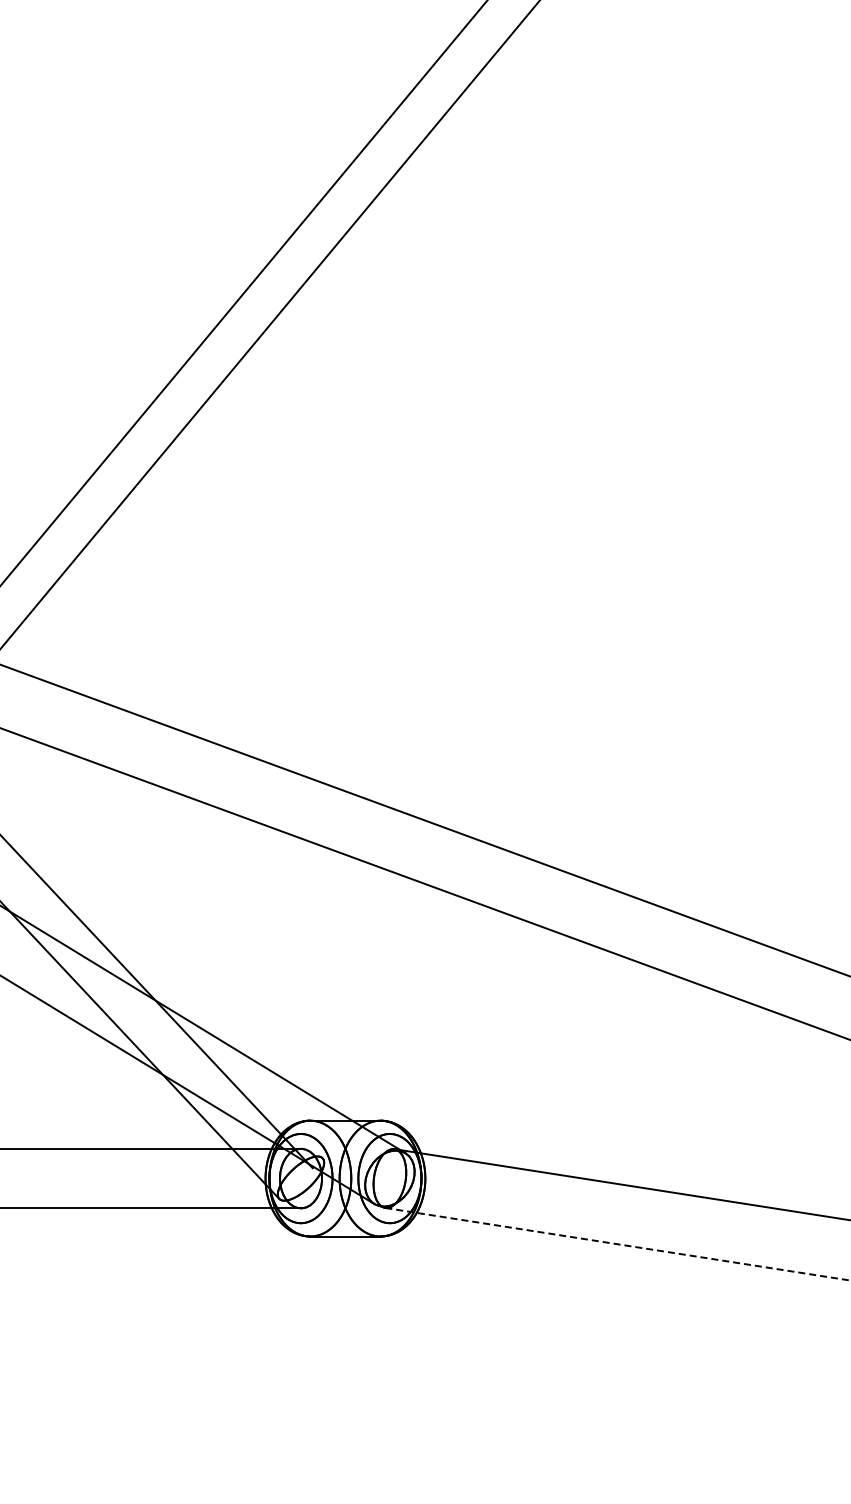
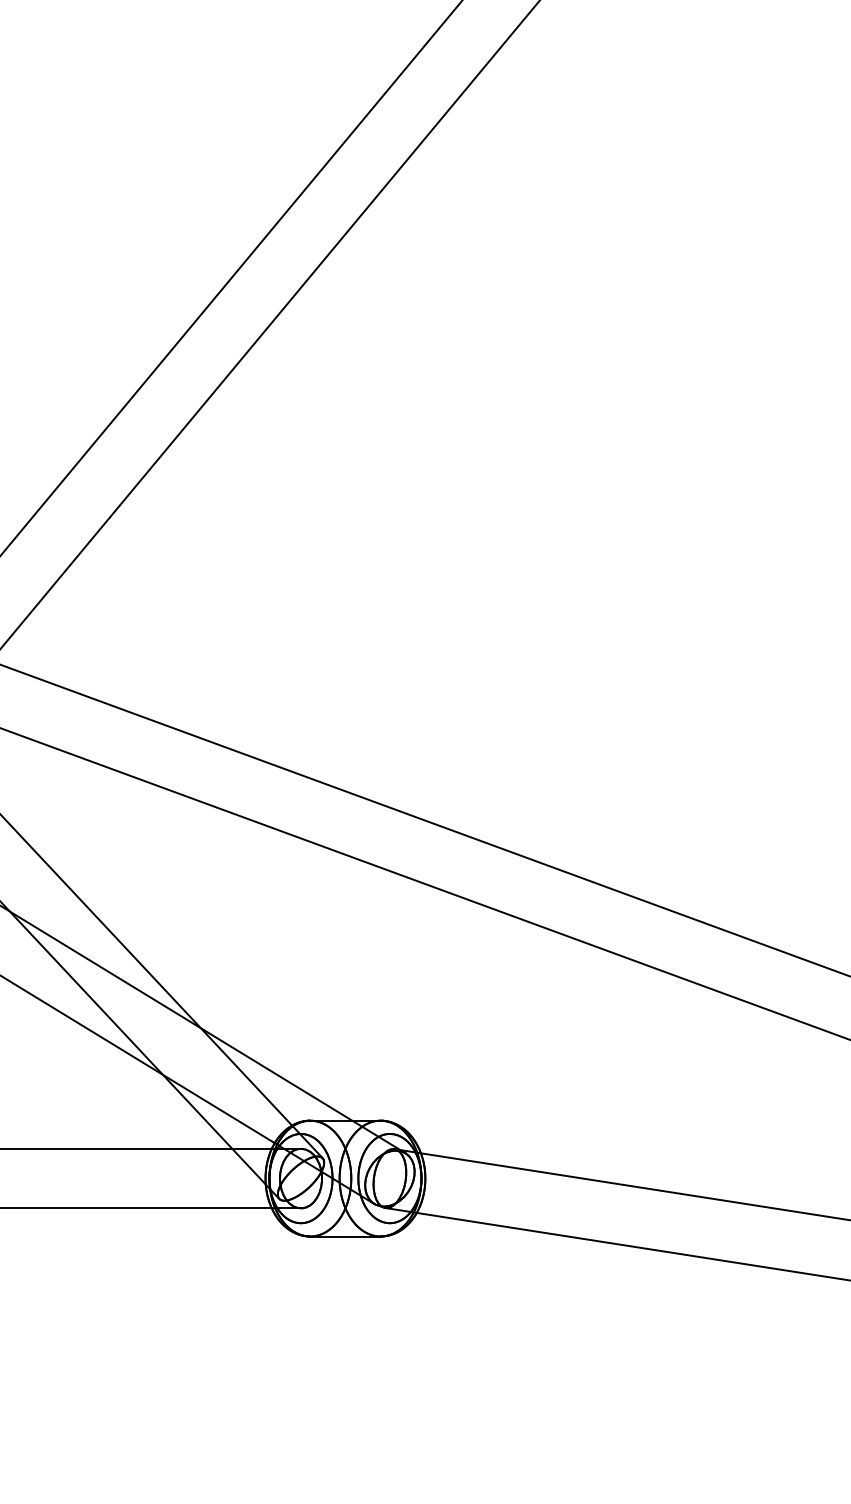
line at (244, 292) position: (244, 292) -> (231, 277)
line at (157, 1002) position: (157, 1002) -> (162, 987)
line at (618, 1244): dashed -> solid
